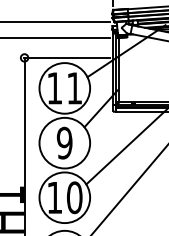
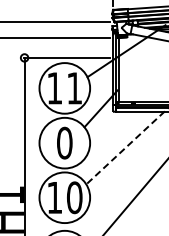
text at (64, 143): 9 -> 0
line at (127, 146): solid -> dashed
line at (129, 189) position: (129, 189) -> (135, 196)
